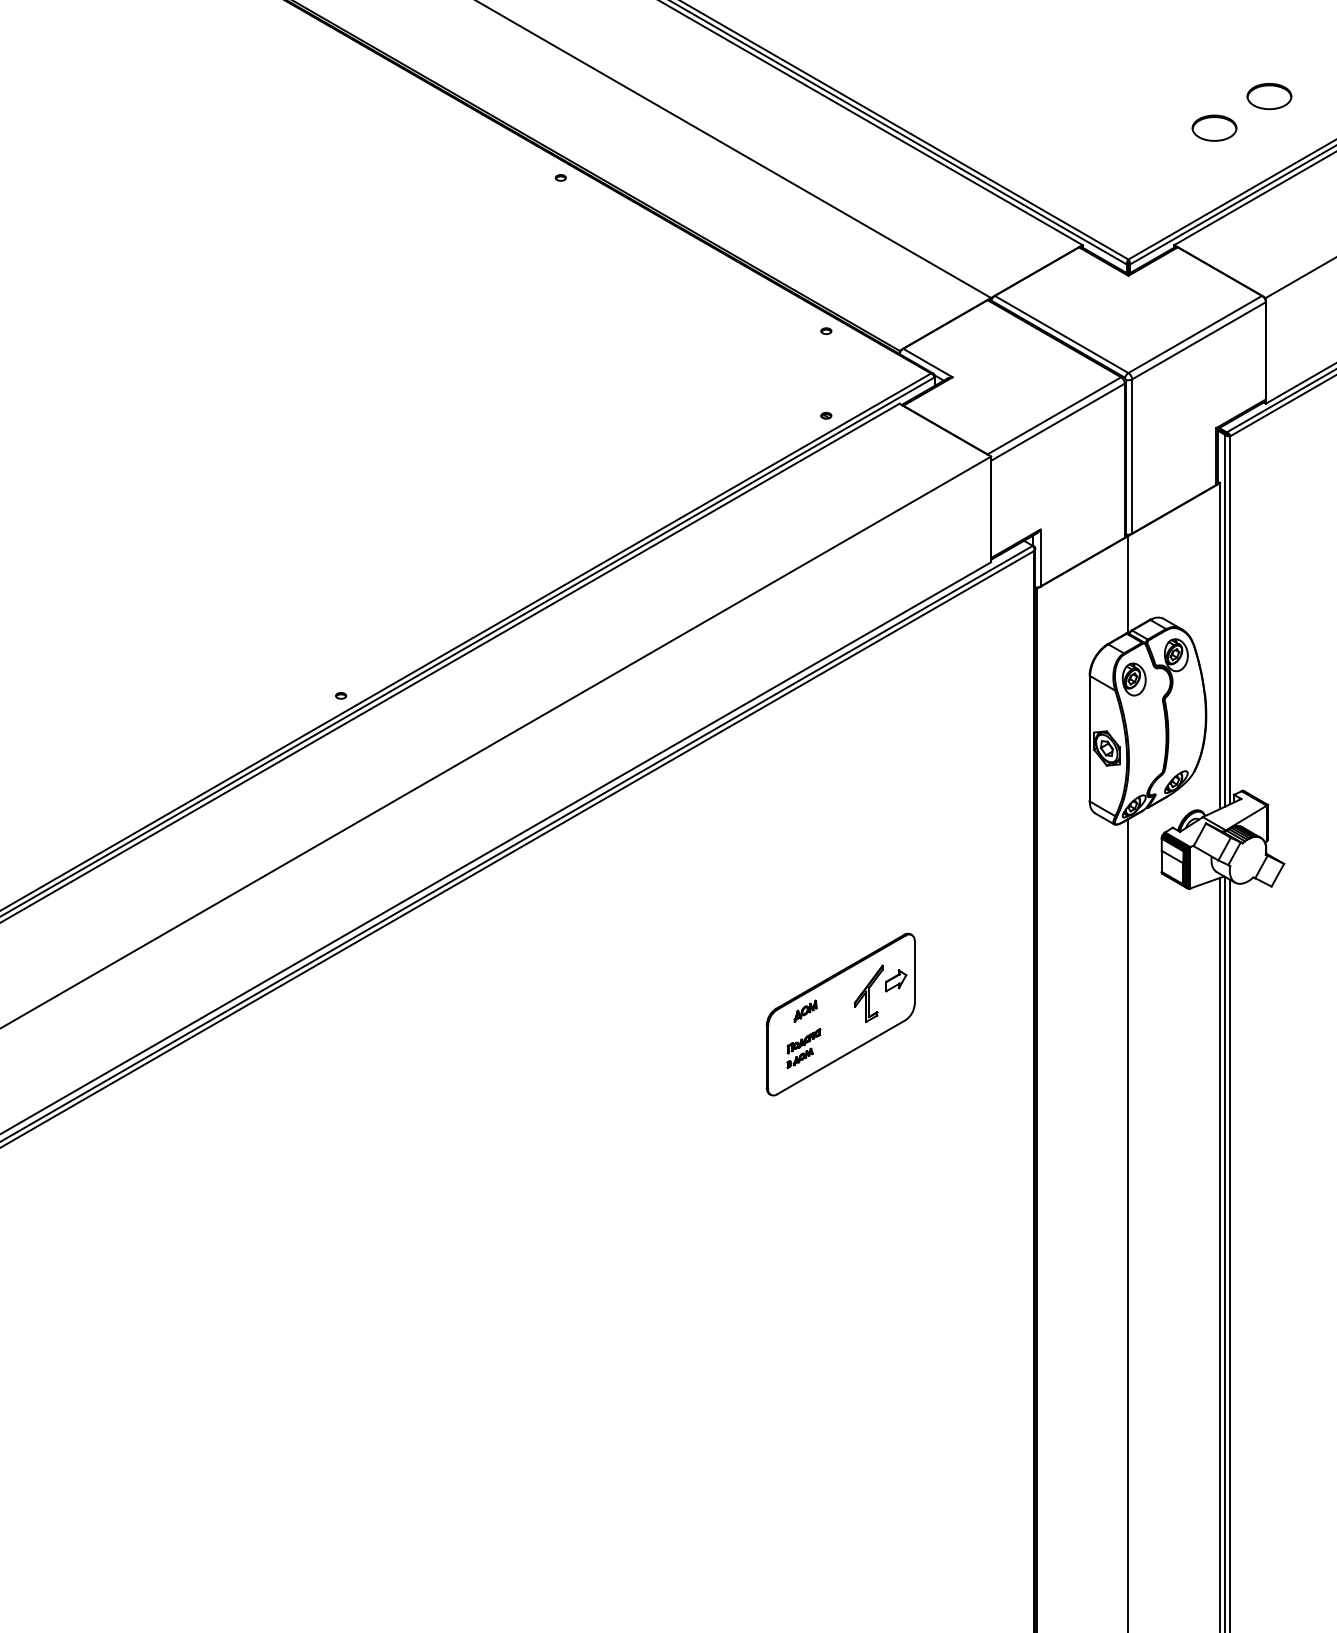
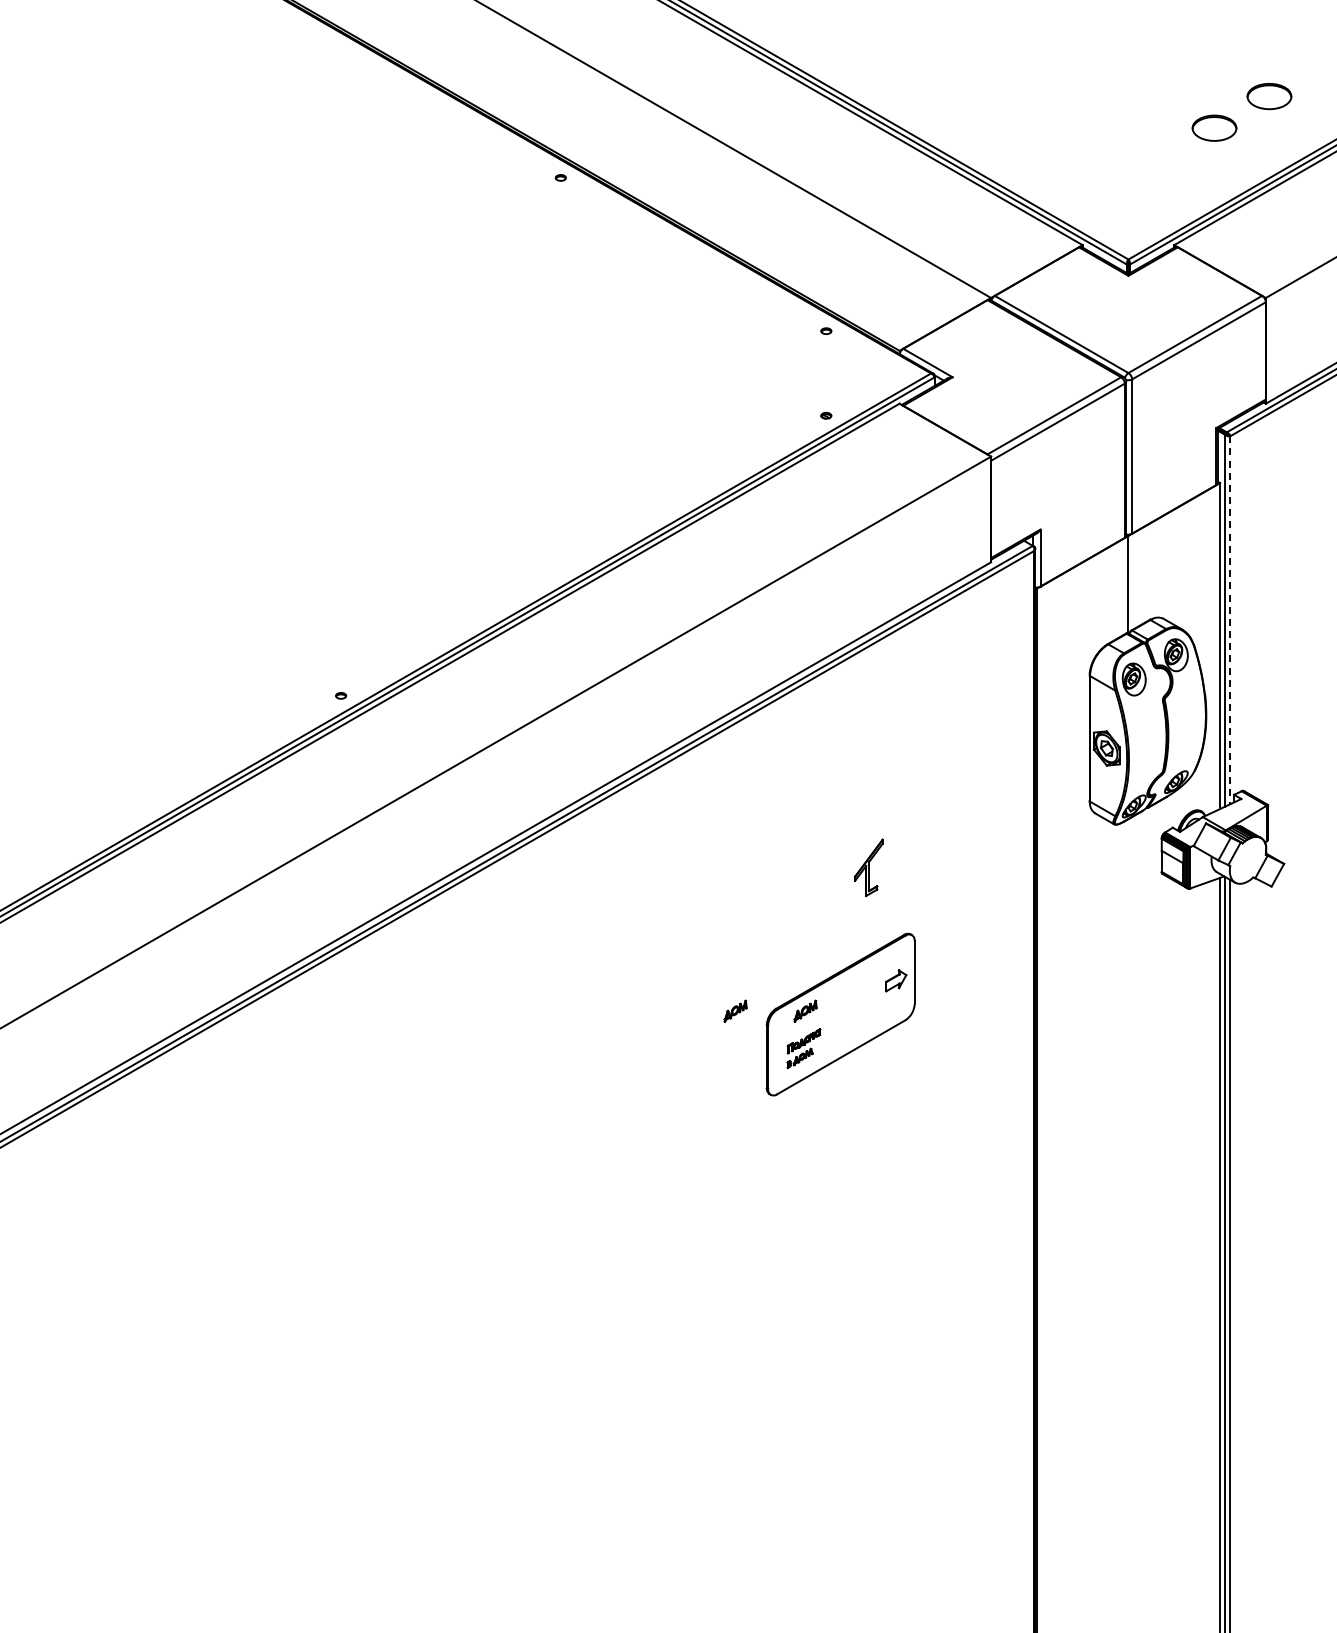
line at (1230, 620): solid -> dashed
part at (868, 993) position: (868, 993) -> (868, 867)
part at (735, 1010): none -> present
line at (1128, 1224): present -> none
